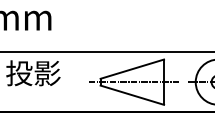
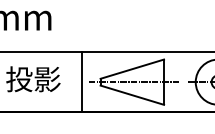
text at (33, 73) position: (33, 73) -> (33, 79)
line at (82, 81): none -> present
